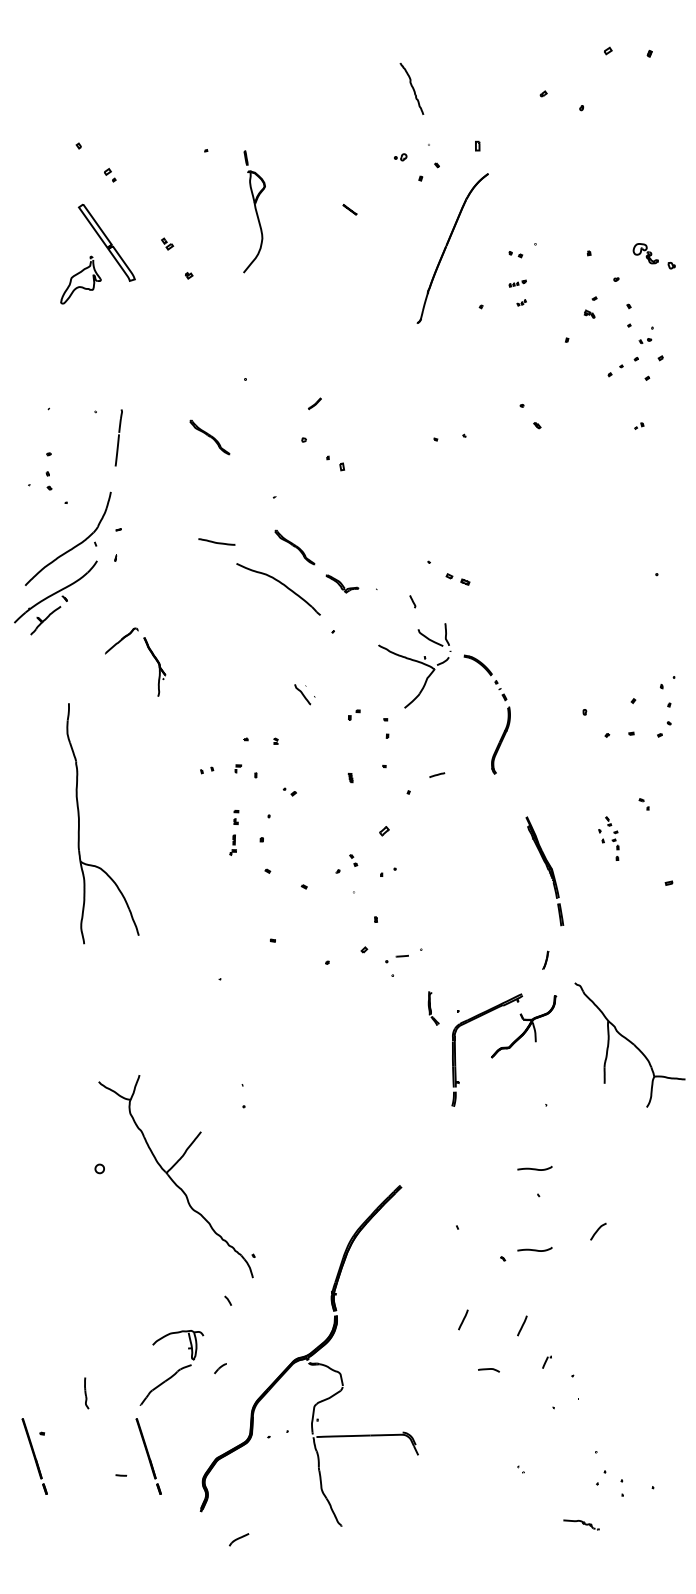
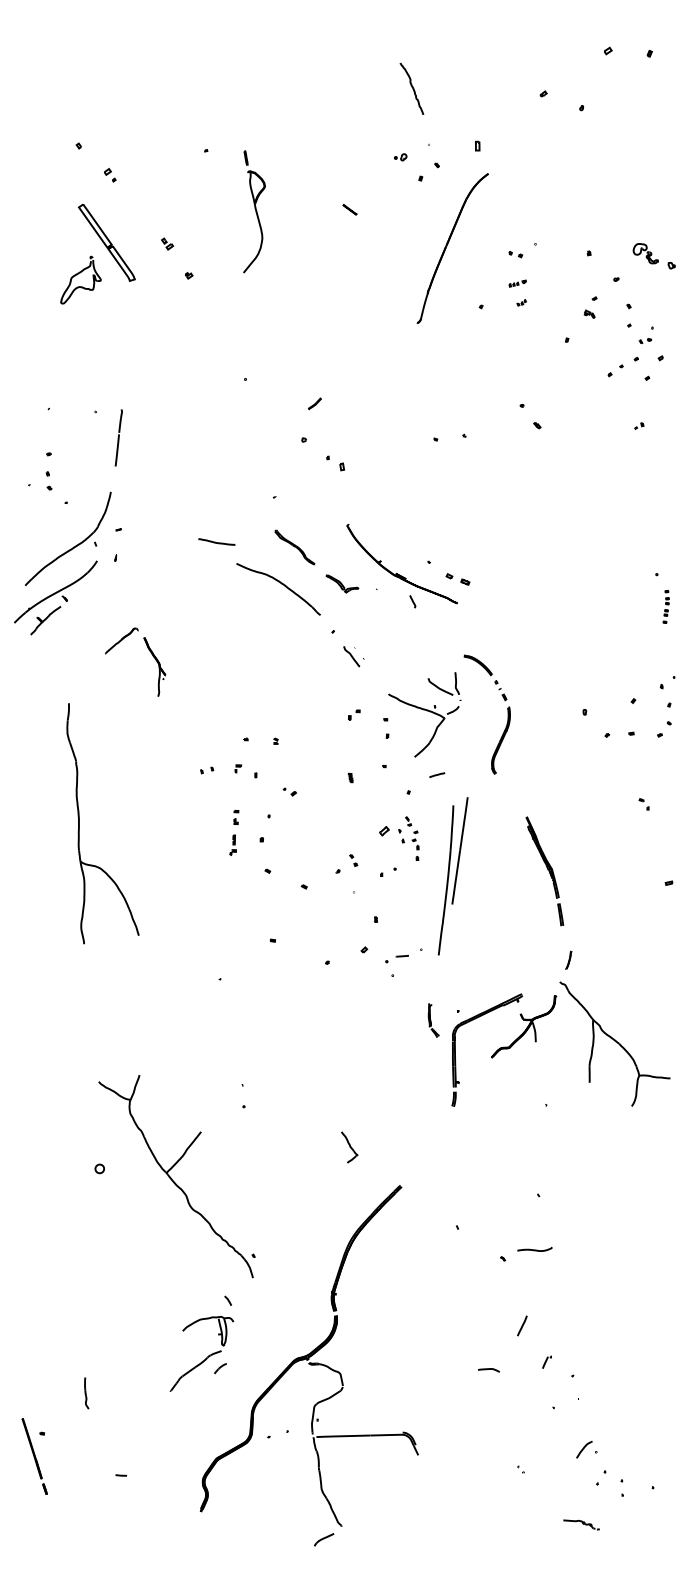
part at (209, 437): present -> none
part at (397, 573): none -> present
part at (665, 606): none -> present
part at (414, 665) position: (414, 665) -> (424, 714)
part at (304, 694) position: (304, 694) -> (353, 656)
part at (608, 838) position: (608, 838) -> (408, 838)
part at (452, 876): none -> present
line at (545, 959) position: (545, 959) -> (568, 959)
part at (433, 1008) position: (433, 1008) -> (433, 1020)
part at (629, 1044) position: (629, 1044) -> (614, 1043)
part at (349, 1147): none -> present
curve at (534, 1168): present -> none
curve at (598, 1230) position: (598, 1230) -> (584, 1448)
line at (463, 1319): present -> none
part at (176, 1371) position: (176, 1371) -> (206, 1357)
line at (148, 1456): present -> none
part at (239, 1539) position: (239, 1539) -> (324, 1539)
